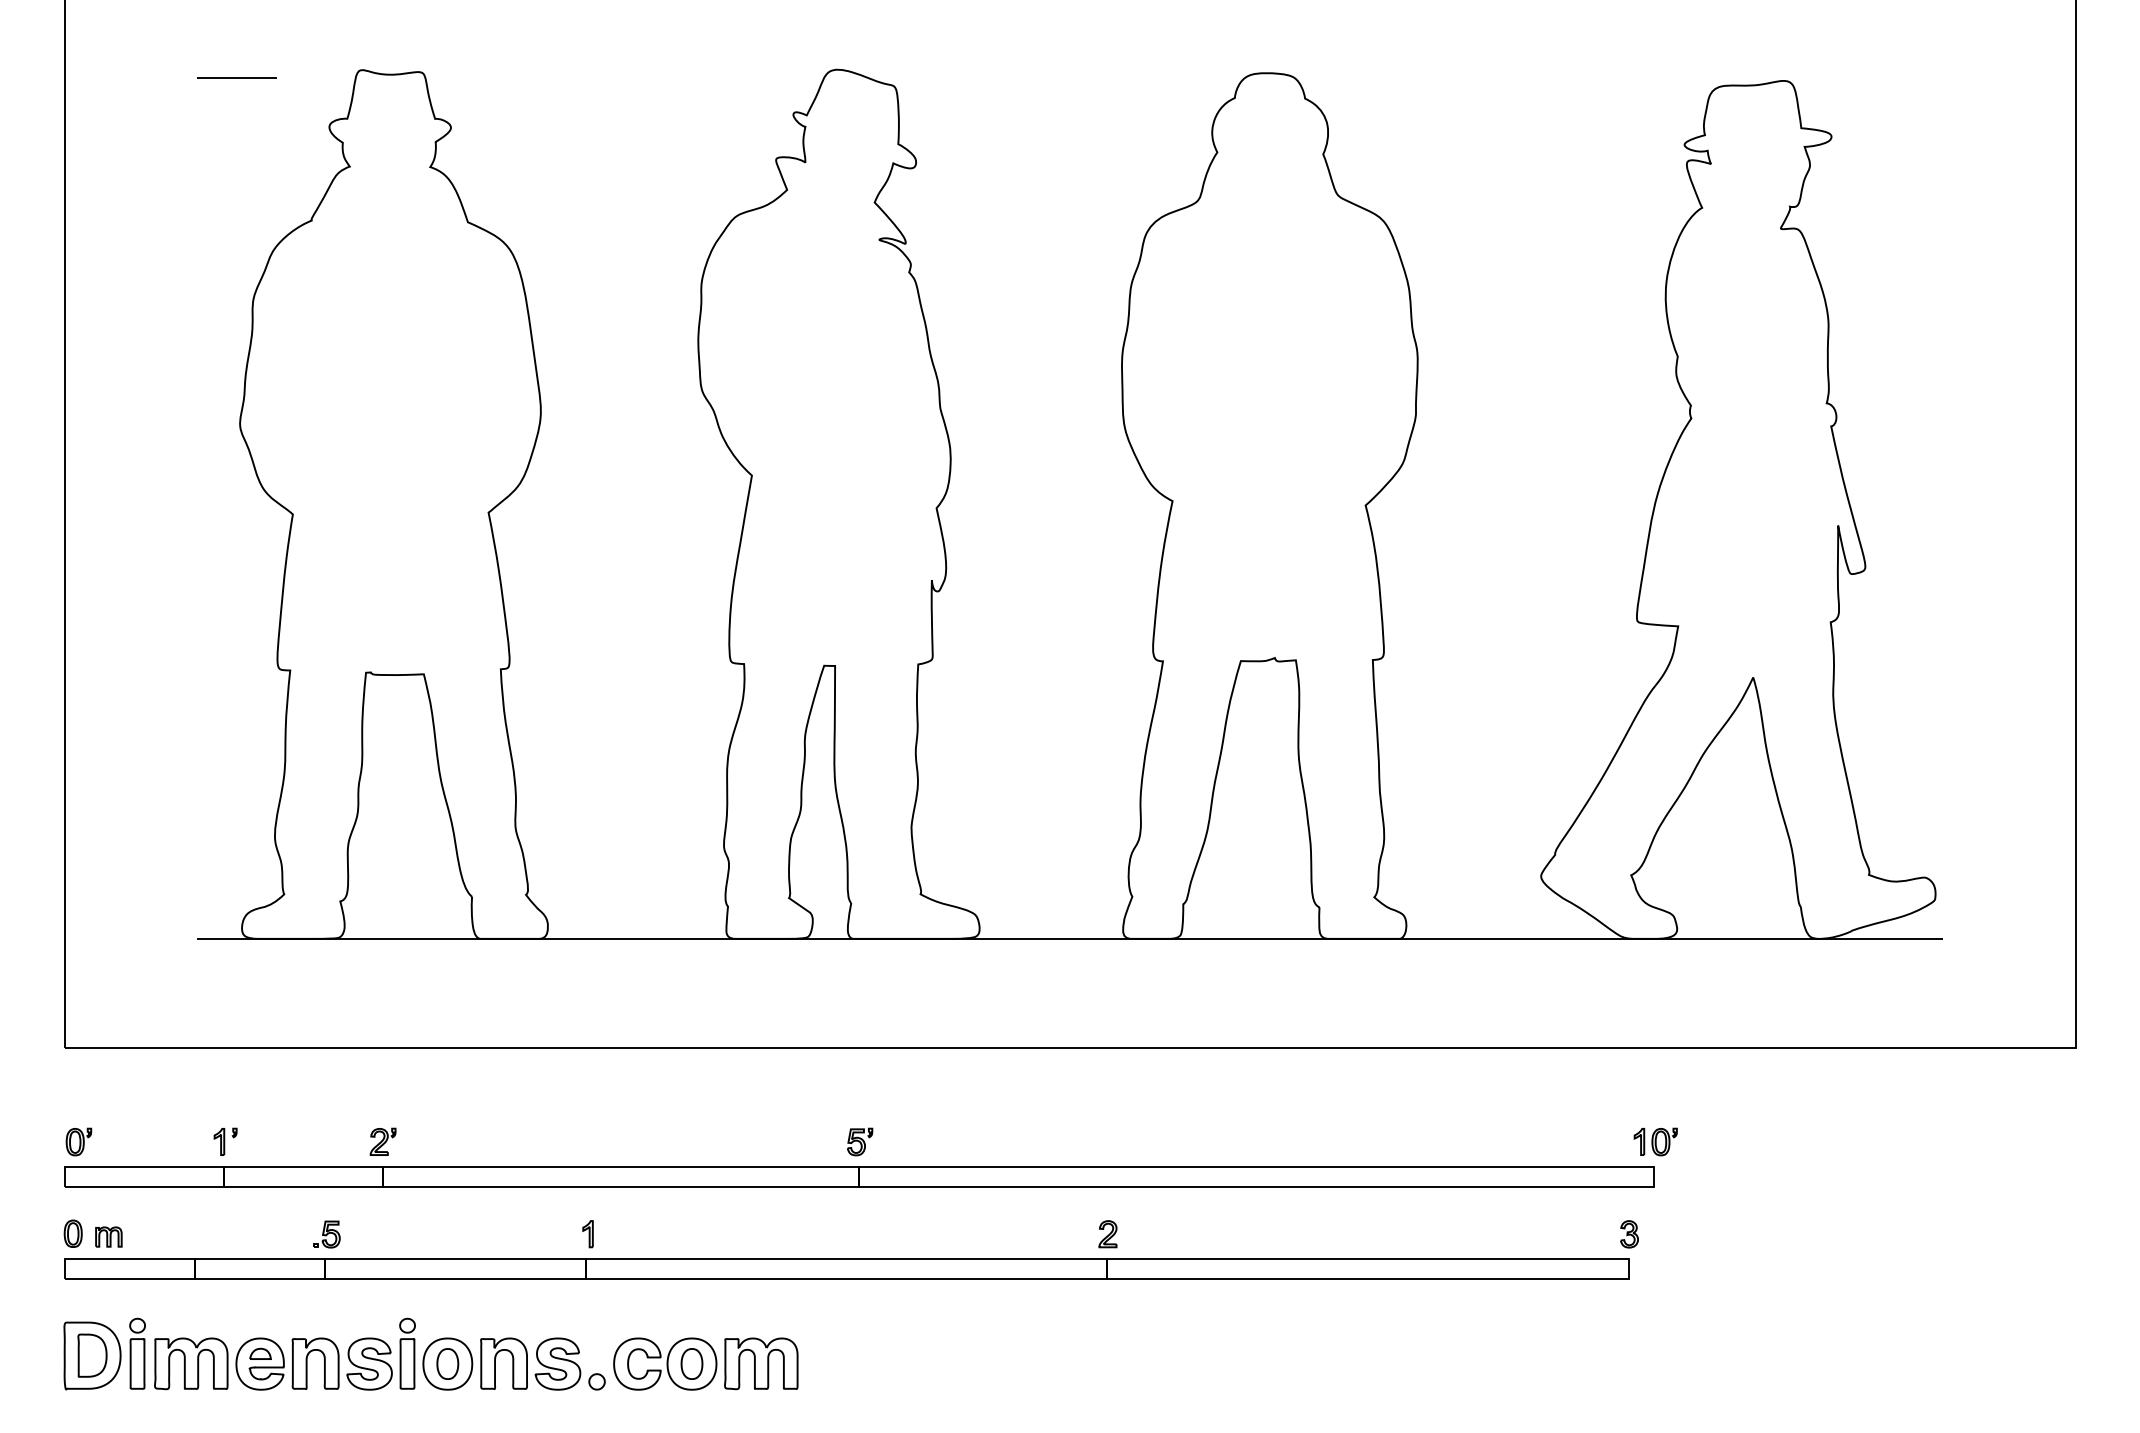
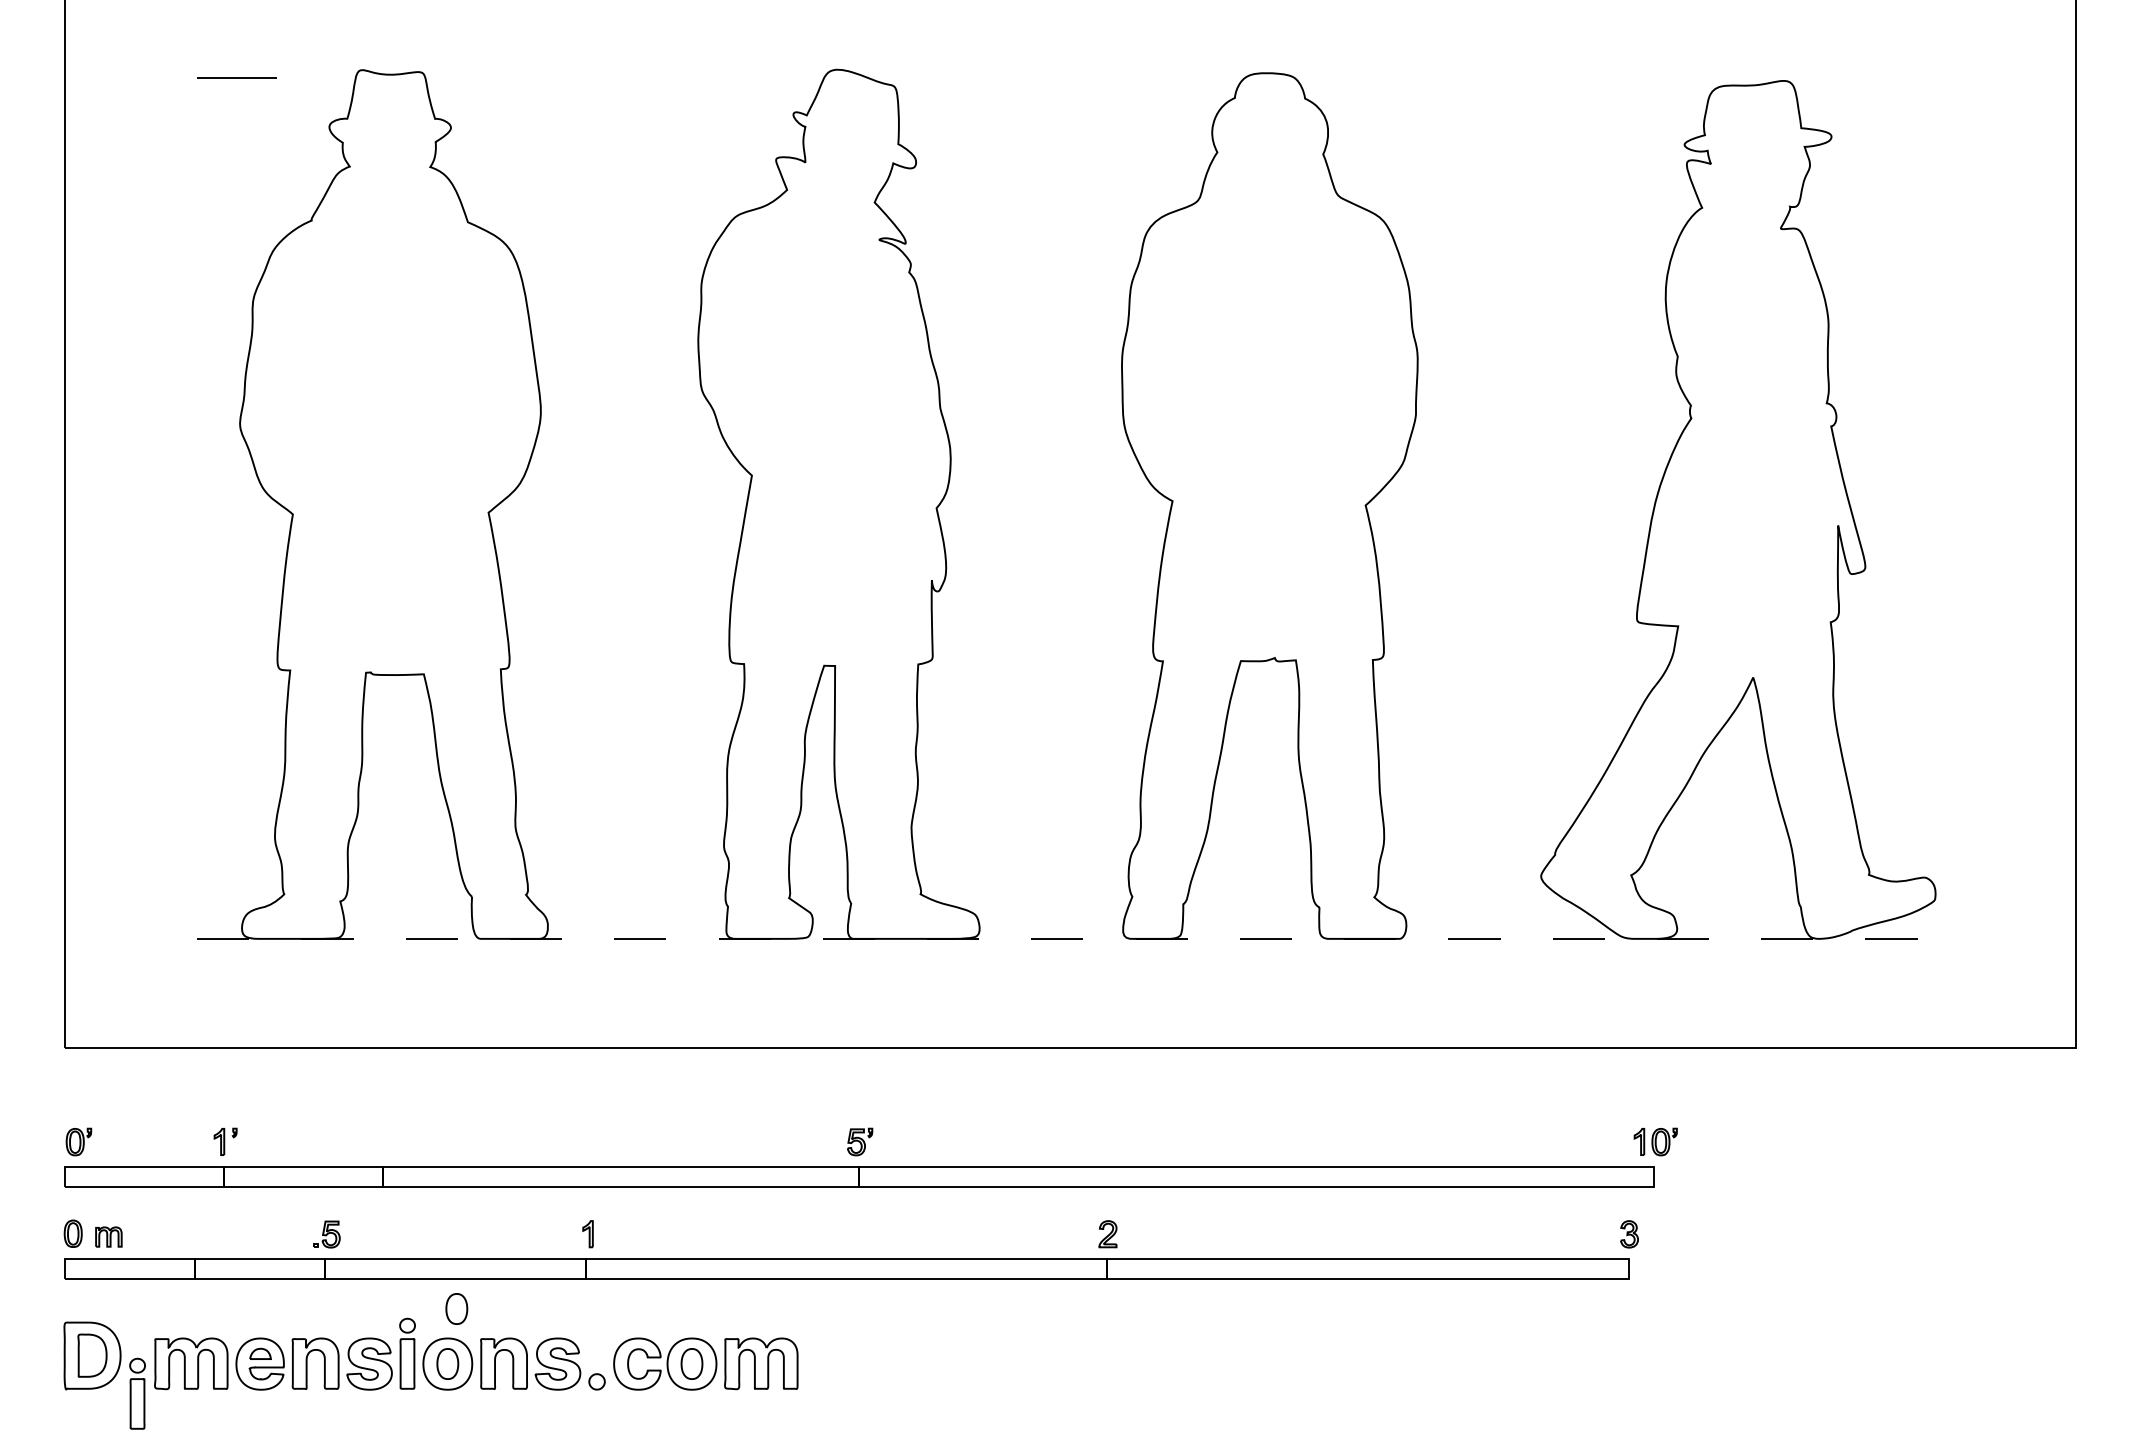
line at (1070, 938): solid -> dashed
part at (382, 1141): present -> none
part at (456, 1308): none -> present
part at (137, 1353) position: (137, 1353) -> (137, 1393)
